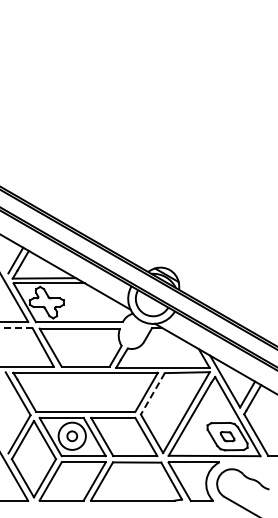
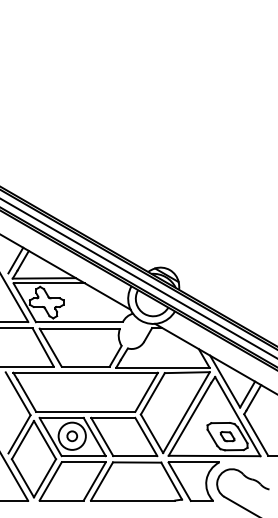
line at (138, 277): none -> present
line at (16, 328): dashed -> solid
line at (152, 393): dashed -> solid
